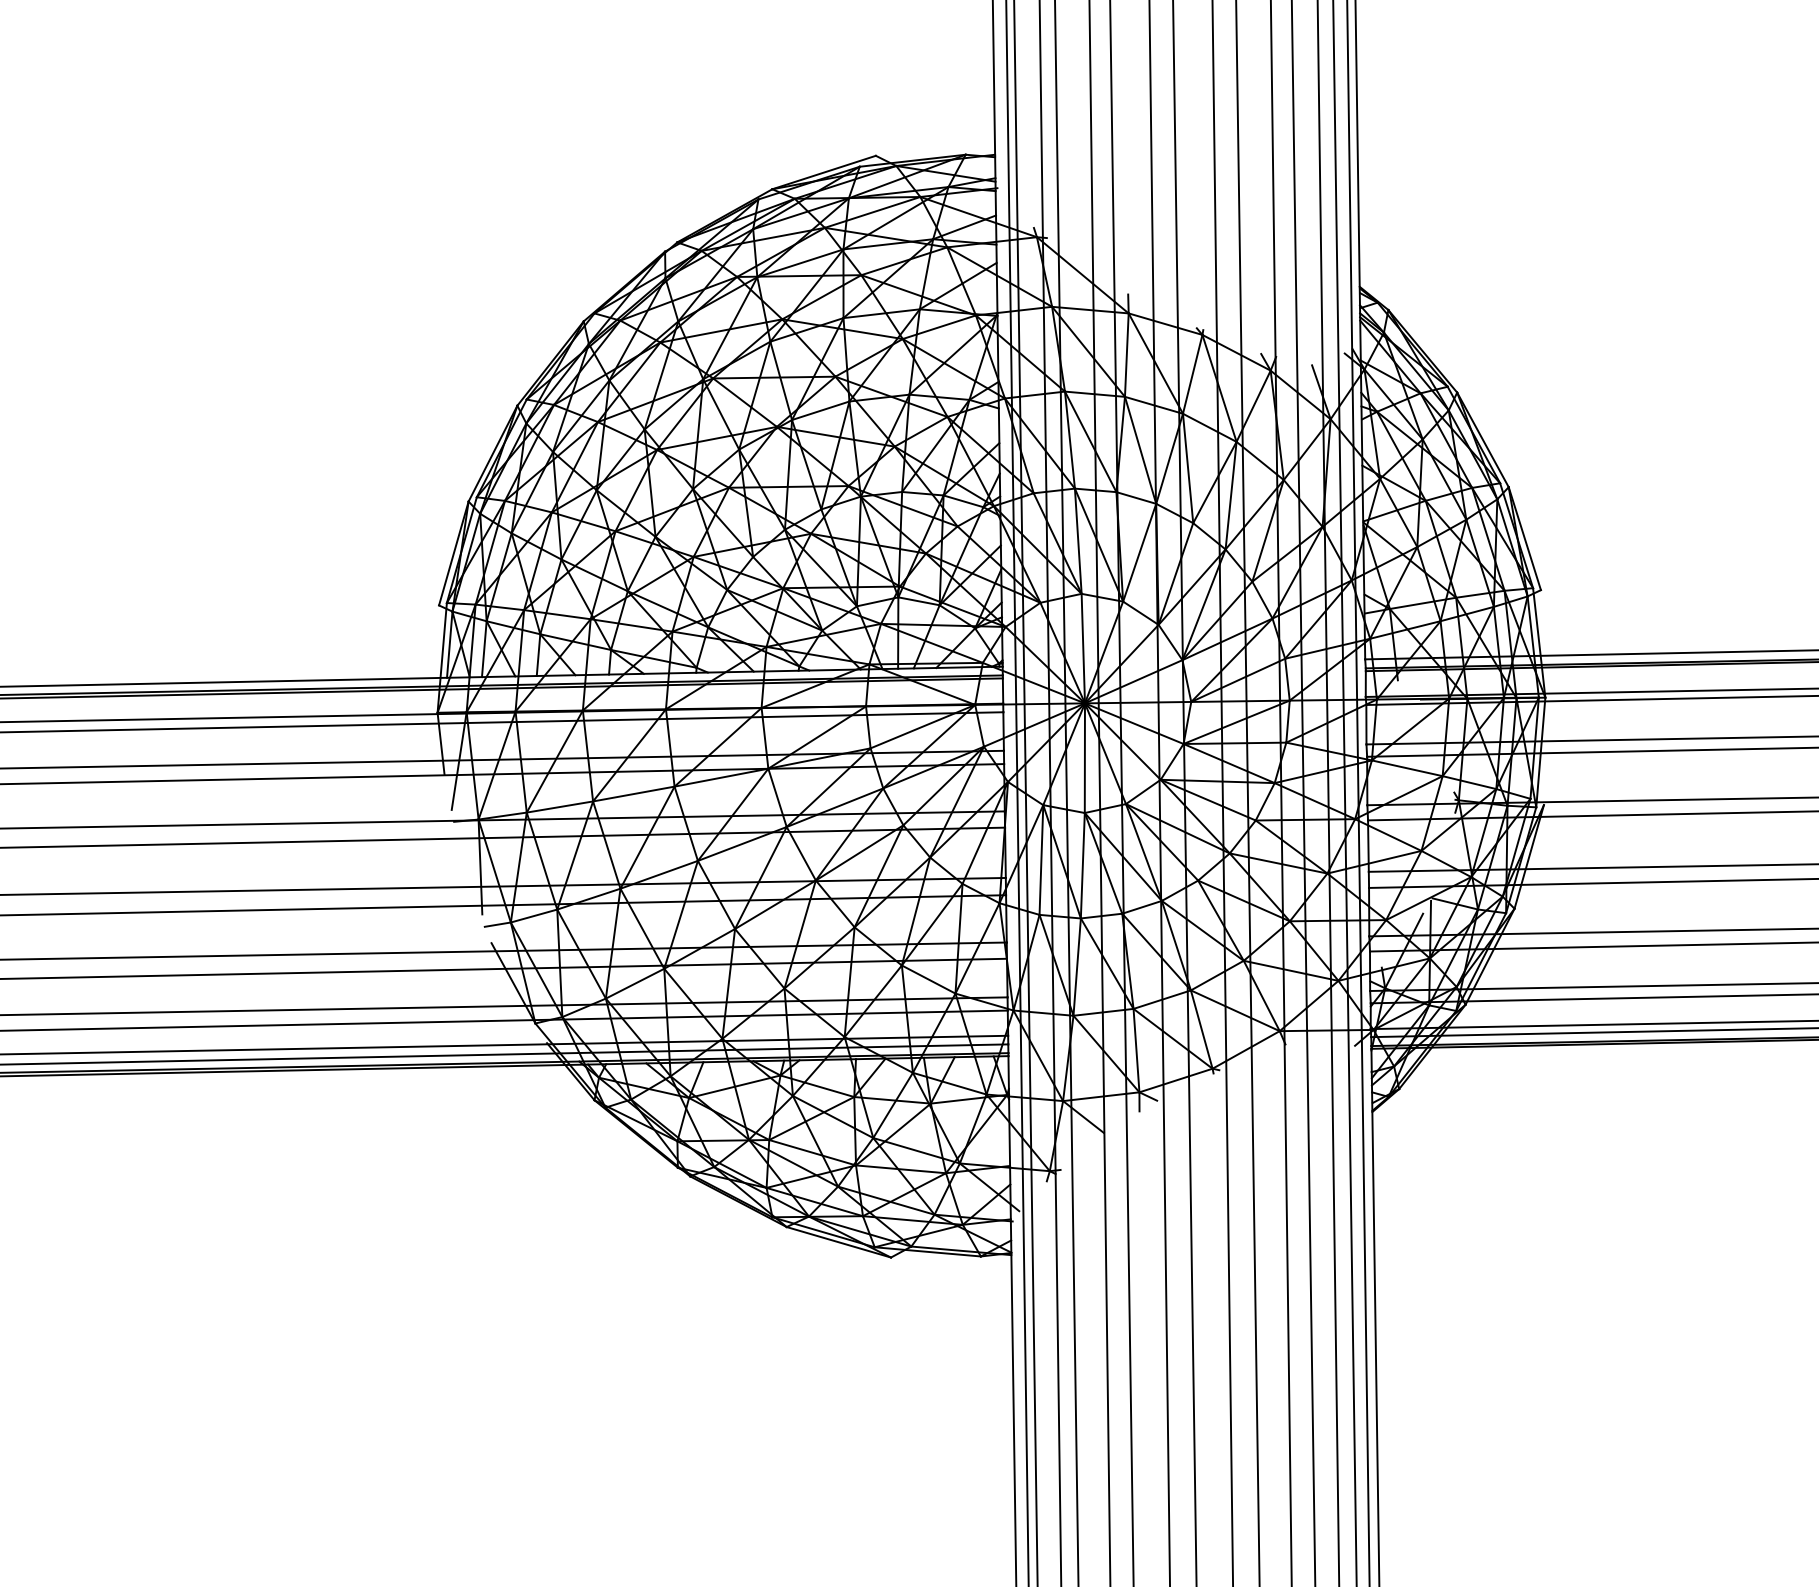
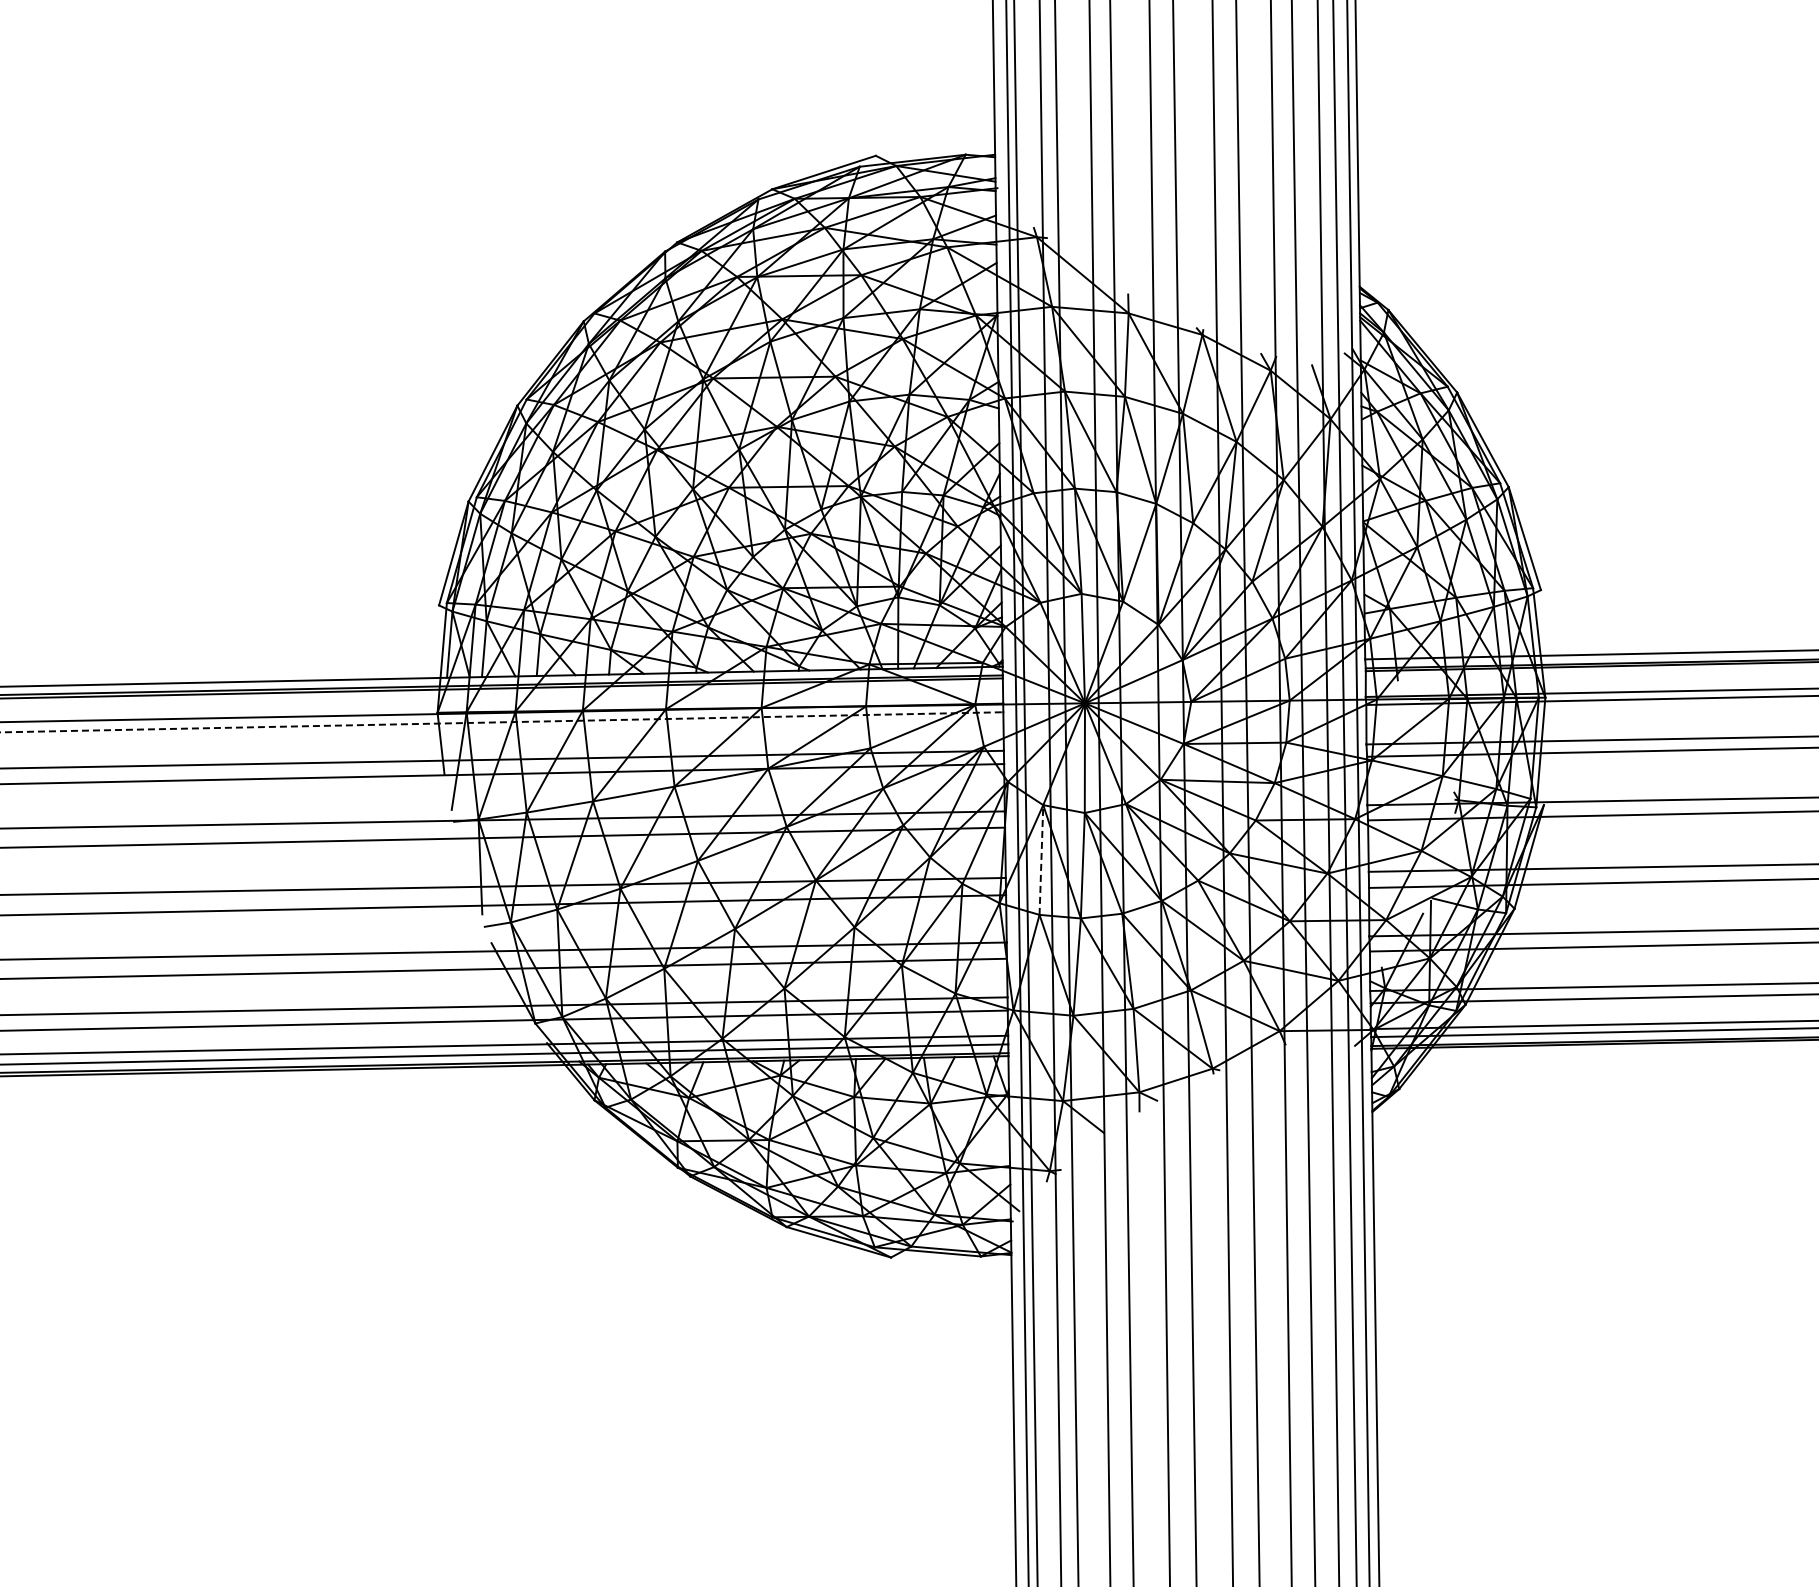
line at (502, 722): solid -> dashed
line at (1041, 860): solid -> dashed
